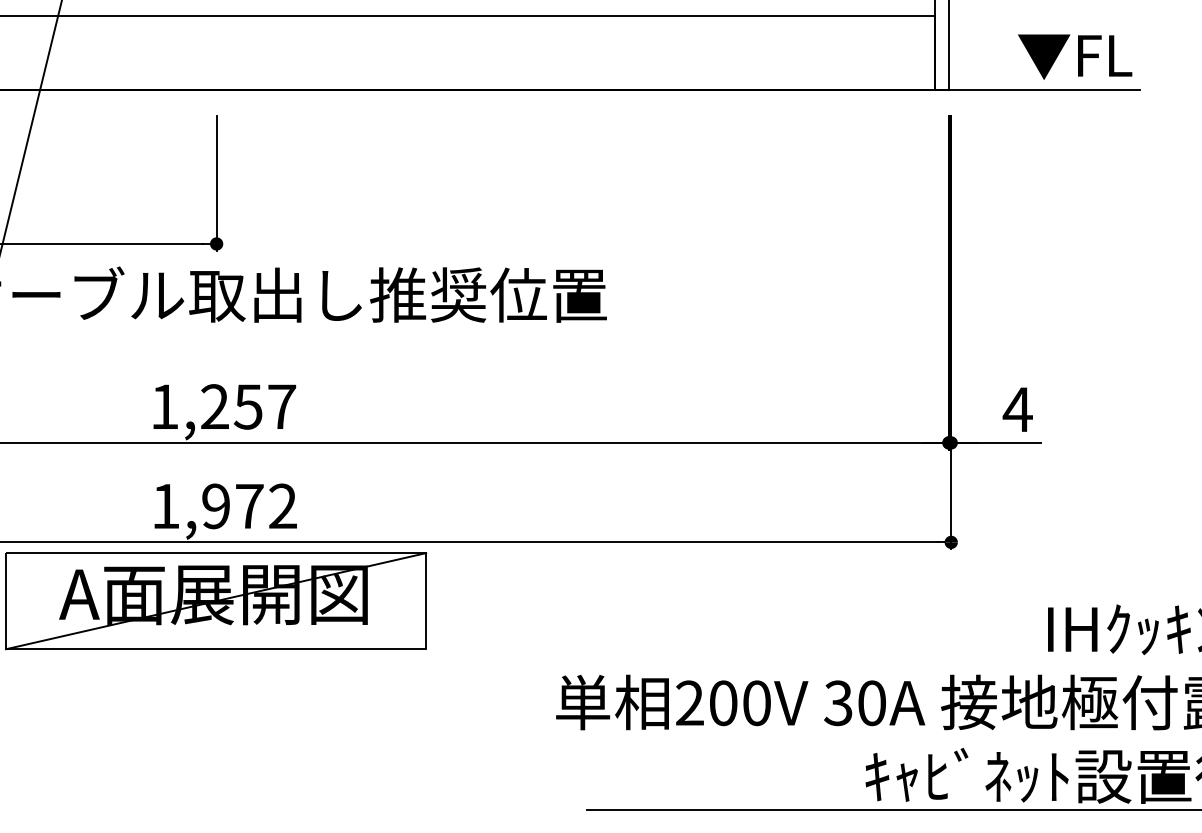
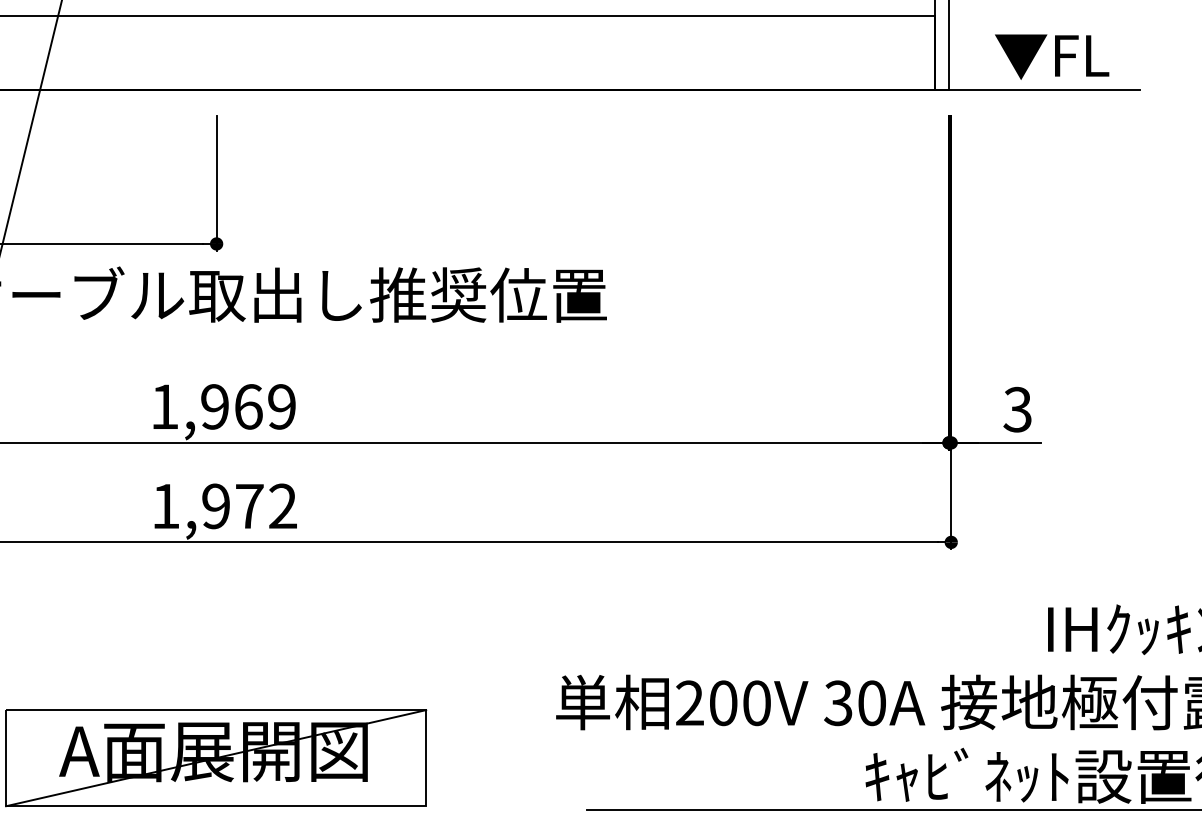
text at (1075, 56) position: (1075, 56) -> (1052, 56)
text at (248, 406): 1,257 -> 1,969
text at (1017, 409): 4 -> 3
part at (216, 601) position: (216, 601) -> (216, 758)
